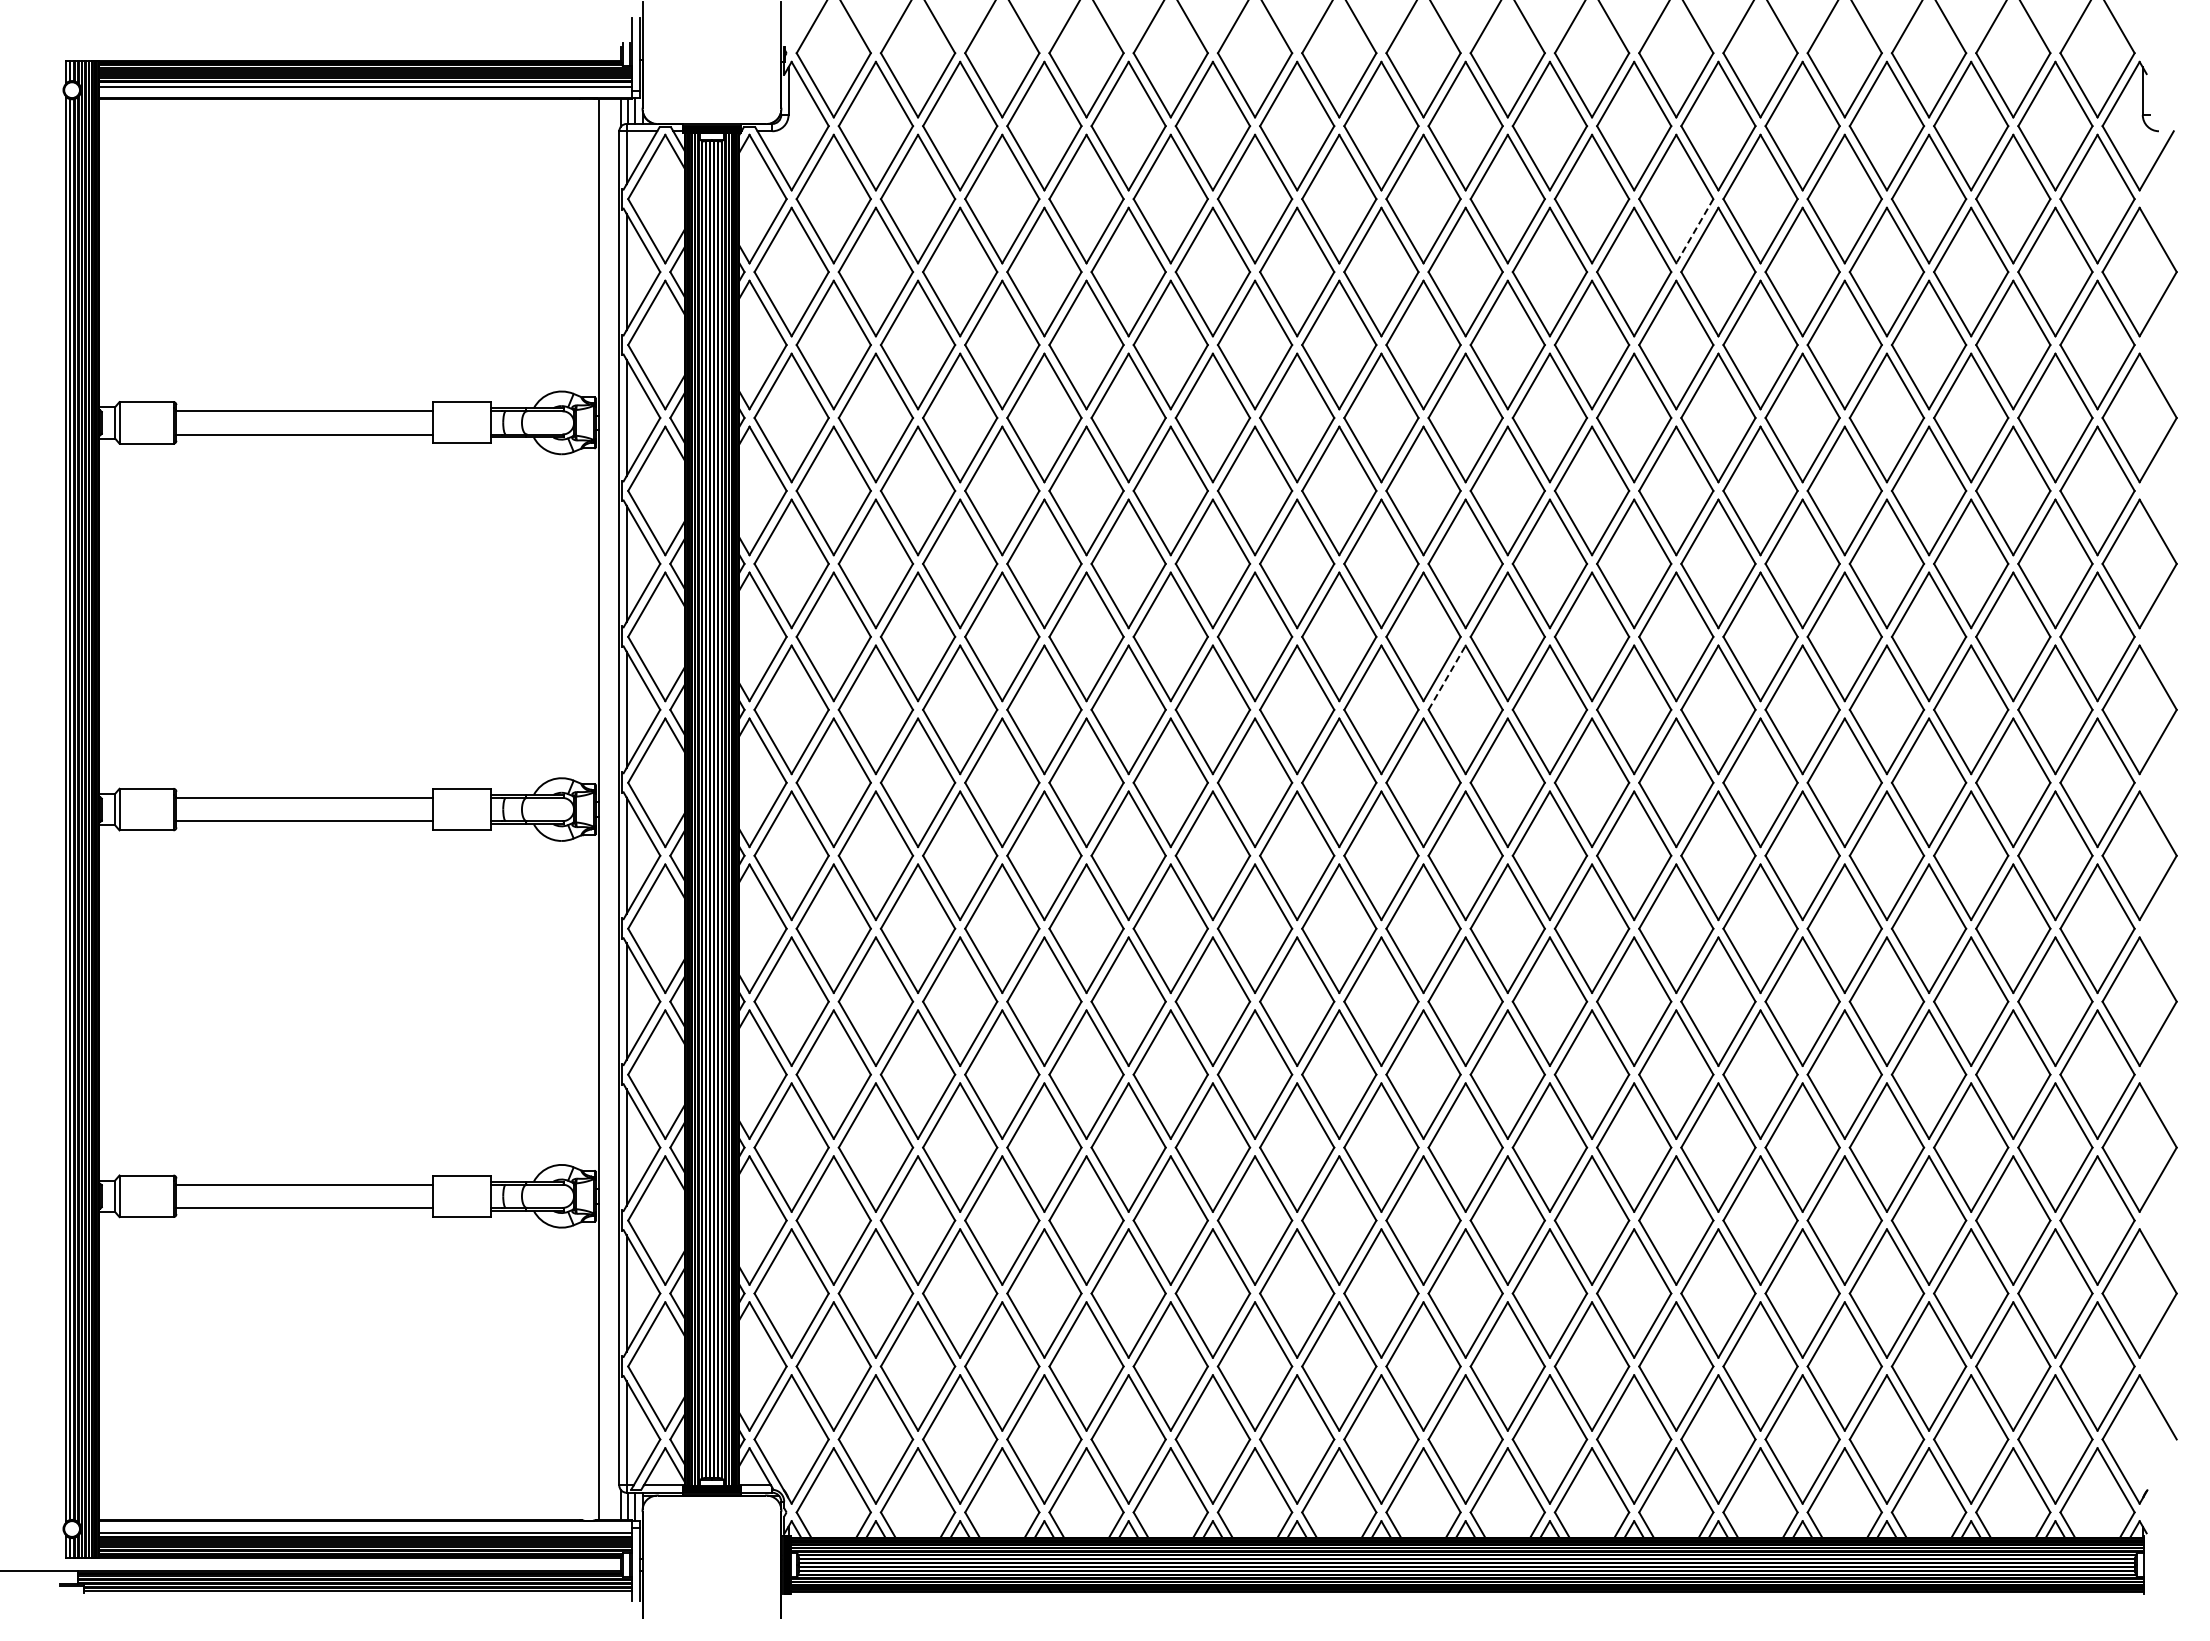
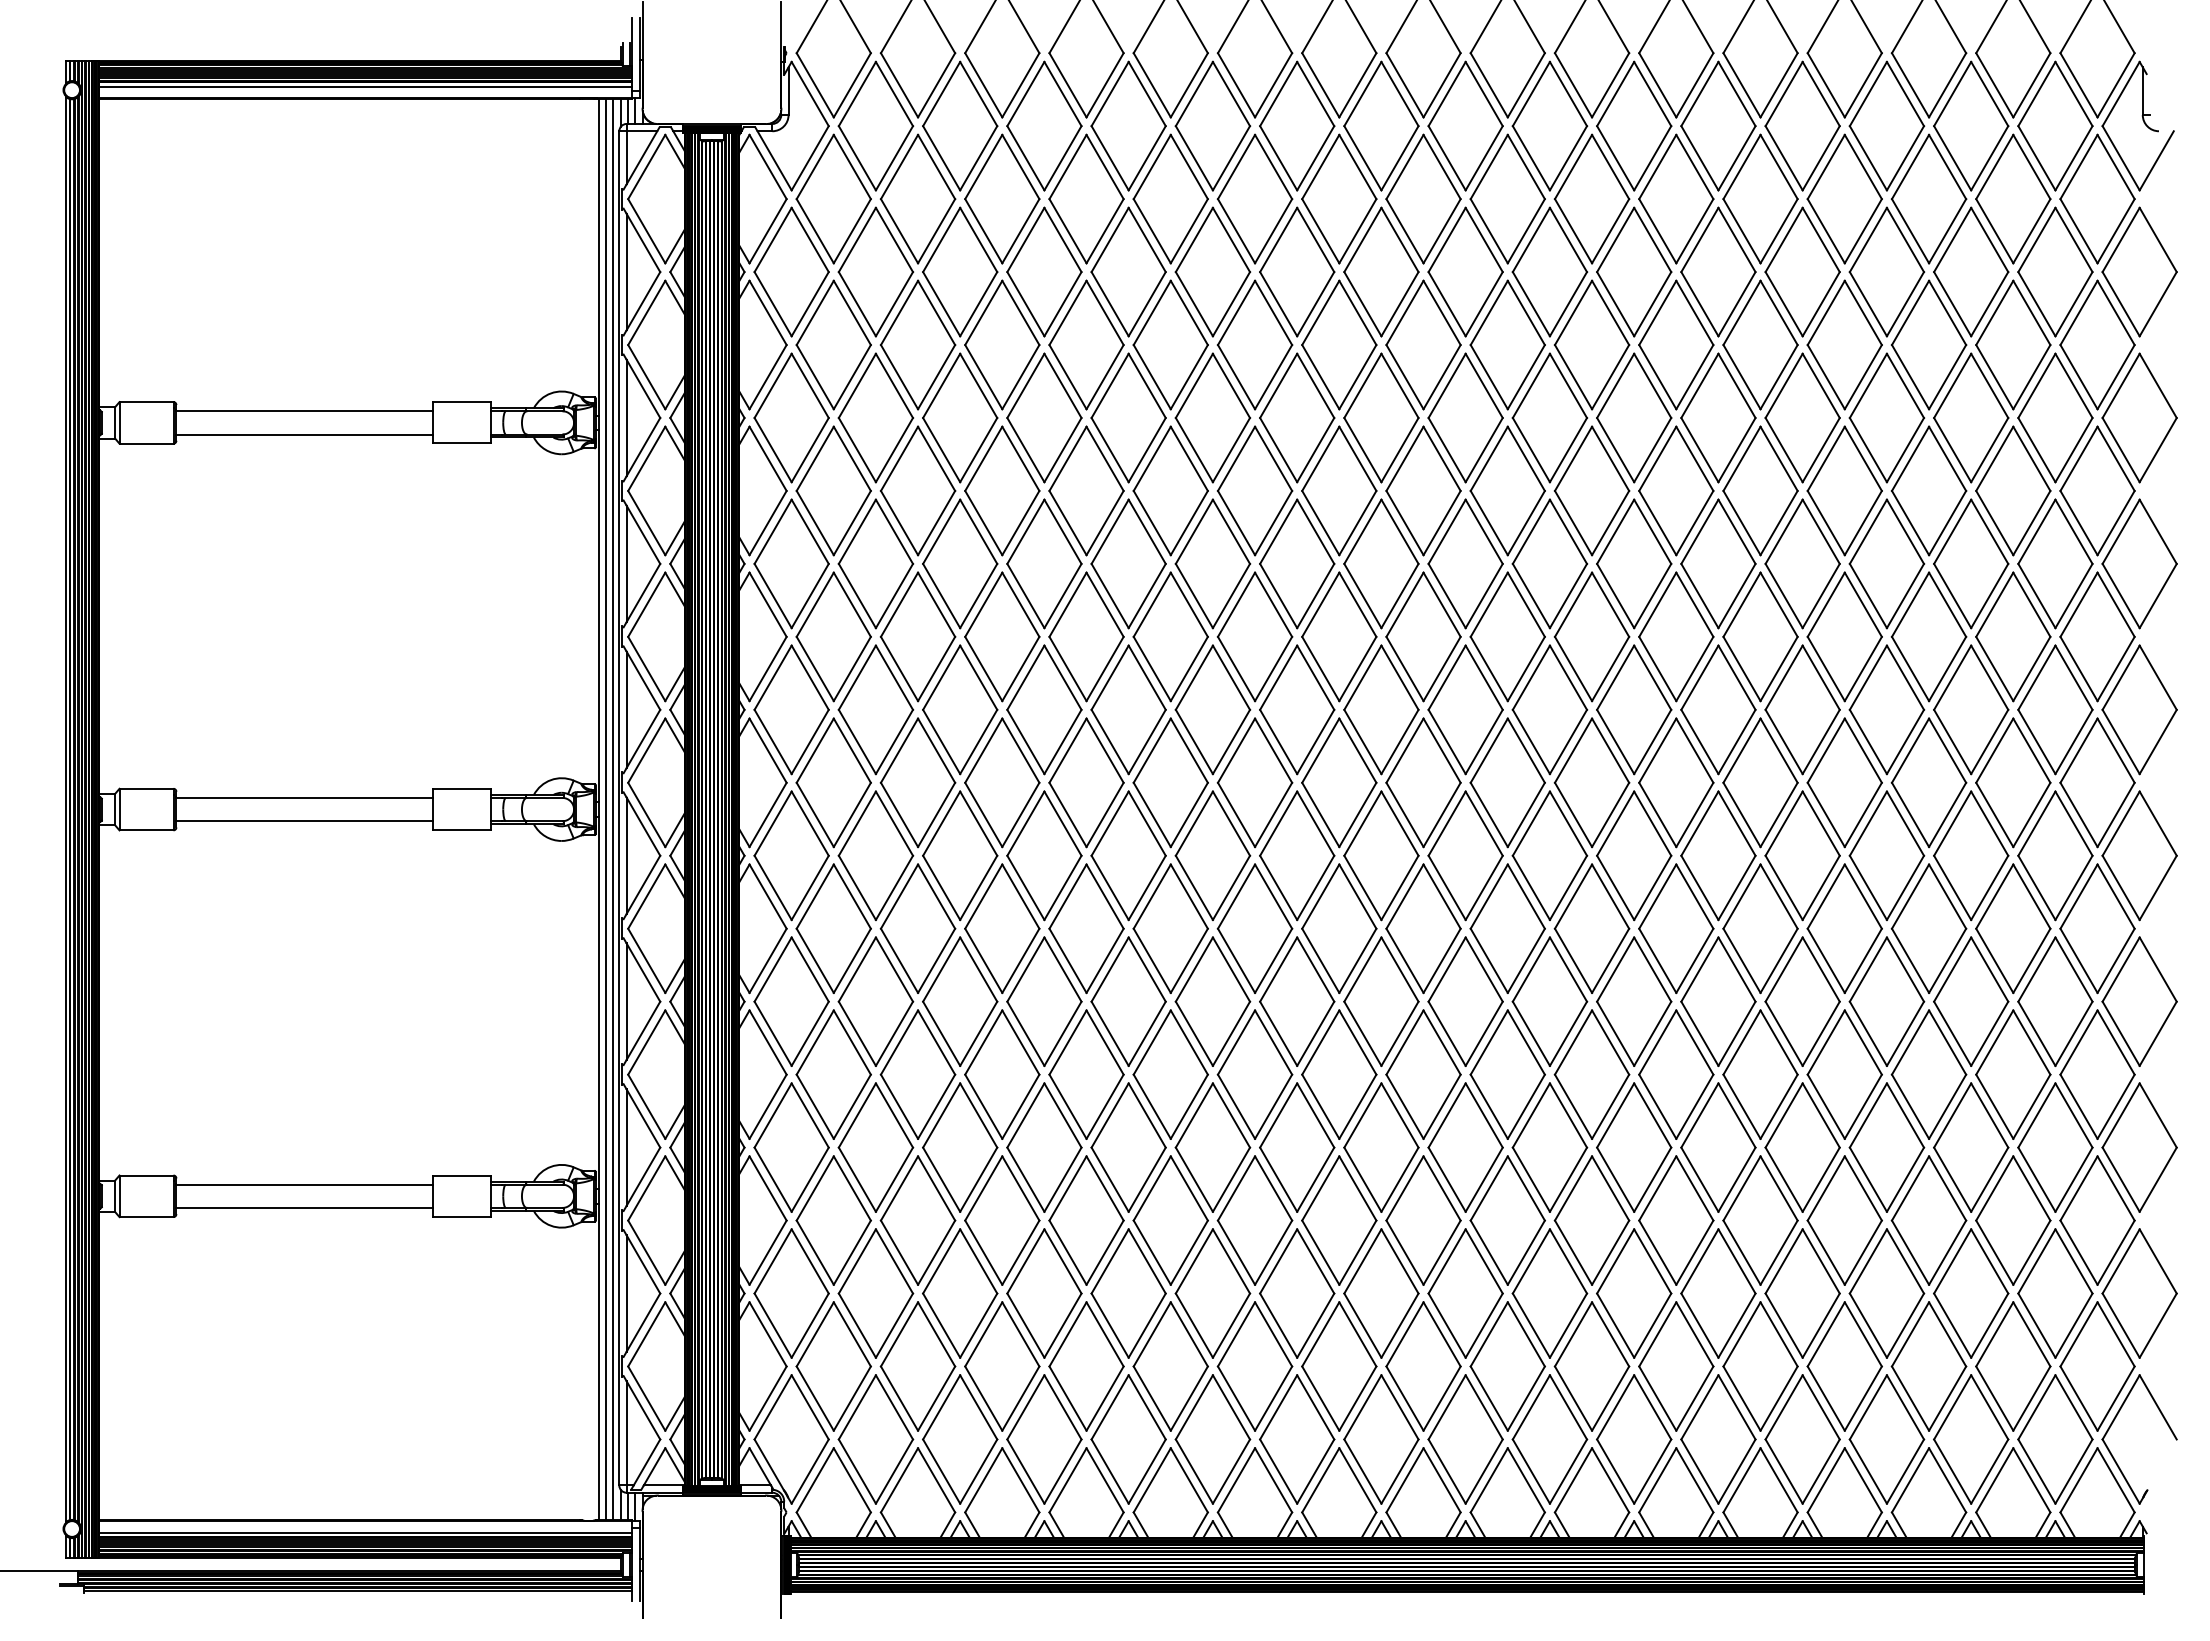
line at (1694, 231): dashed -> solid
line at (1447, 677): dashed -> solid
line at (606, 809): none -> present
line at (613, 809): none -> present
